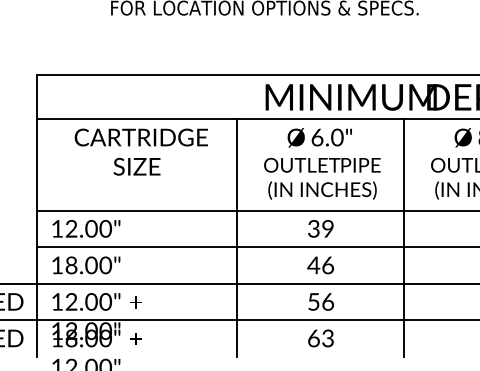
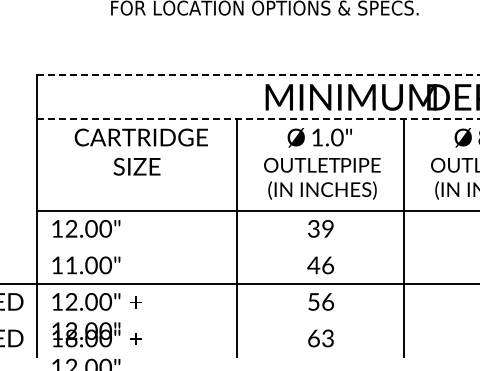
line at (258, 75): solid -> dashed
line at (258, 119): solid -> dashed
text at (317, 137): 6.0" -> 1.0"
line at (256, 247): present -> none
text at (71, 265): 18.00" -> 11.00"
line at (239, 320): present -> none
